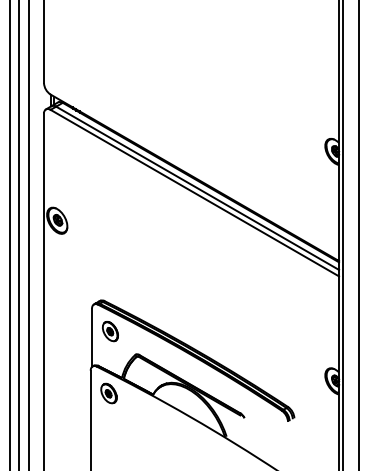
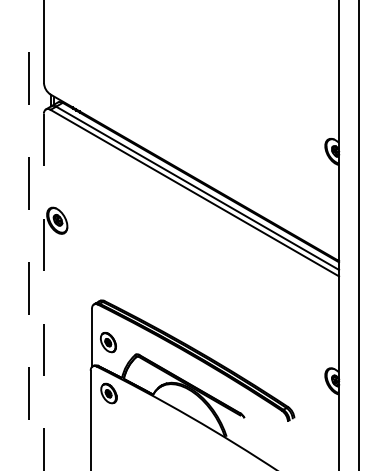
line at (10, 234): present -> none
line at (18, 234): present -> none
line at (342, 234): present -> none
line at (29, 235): solid -> dashed
line at (44, 292): solid -> dashed
part at (110, 331) position: (110, 331) -> (108, 342)
